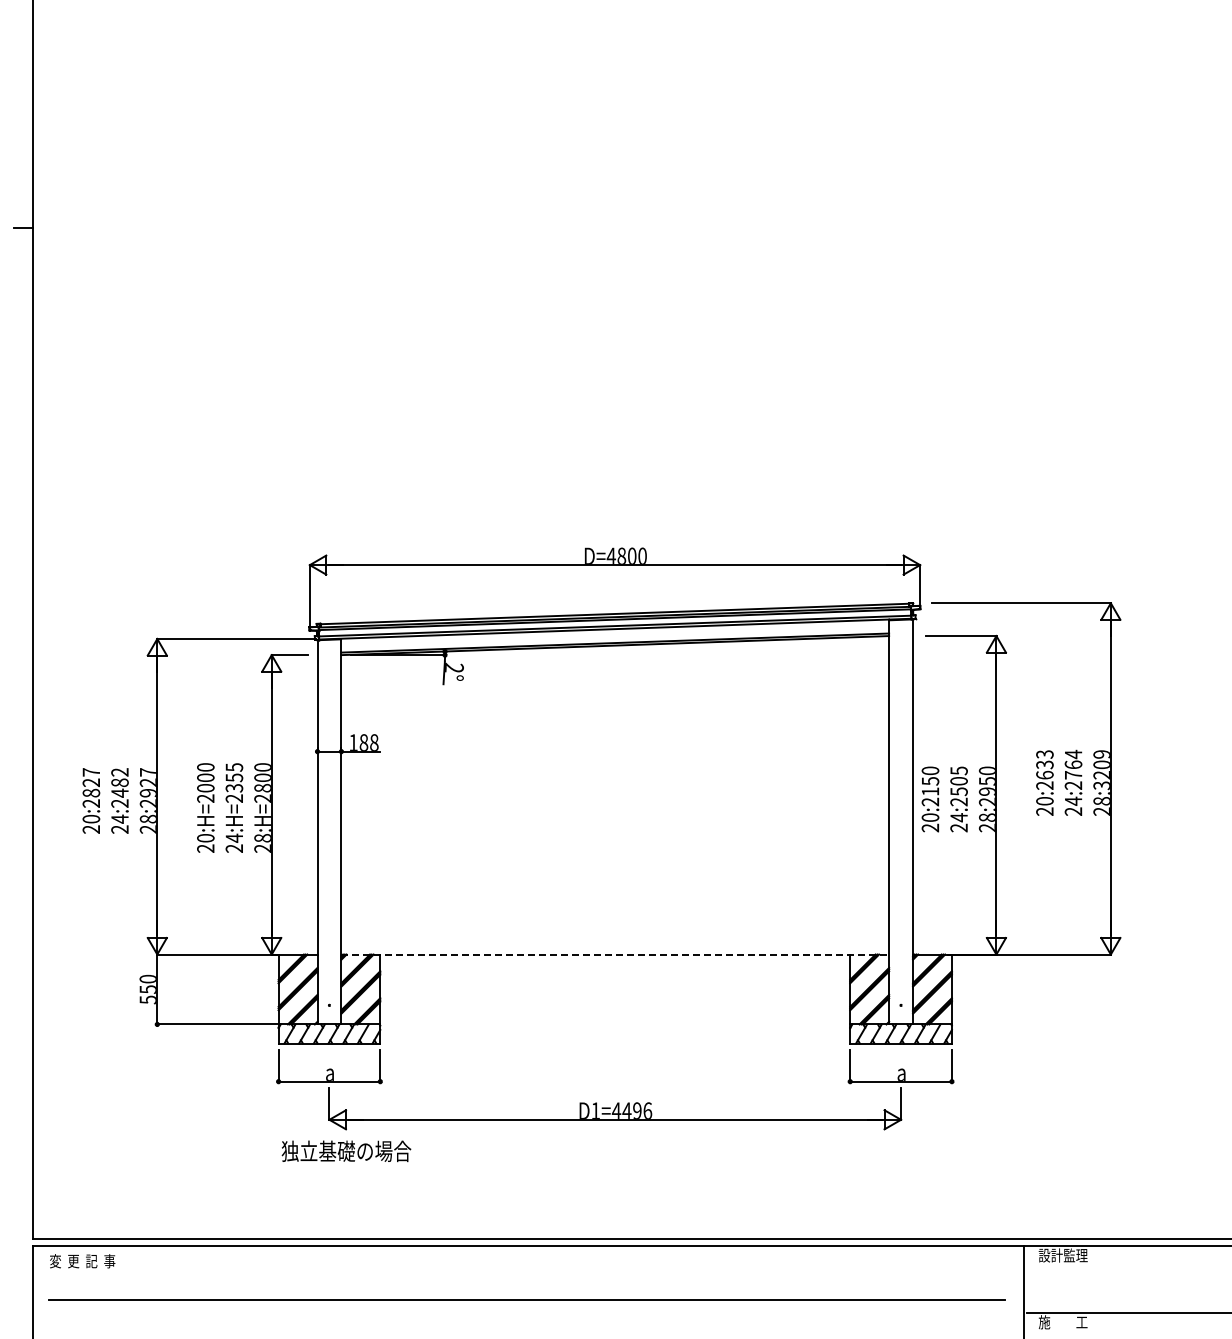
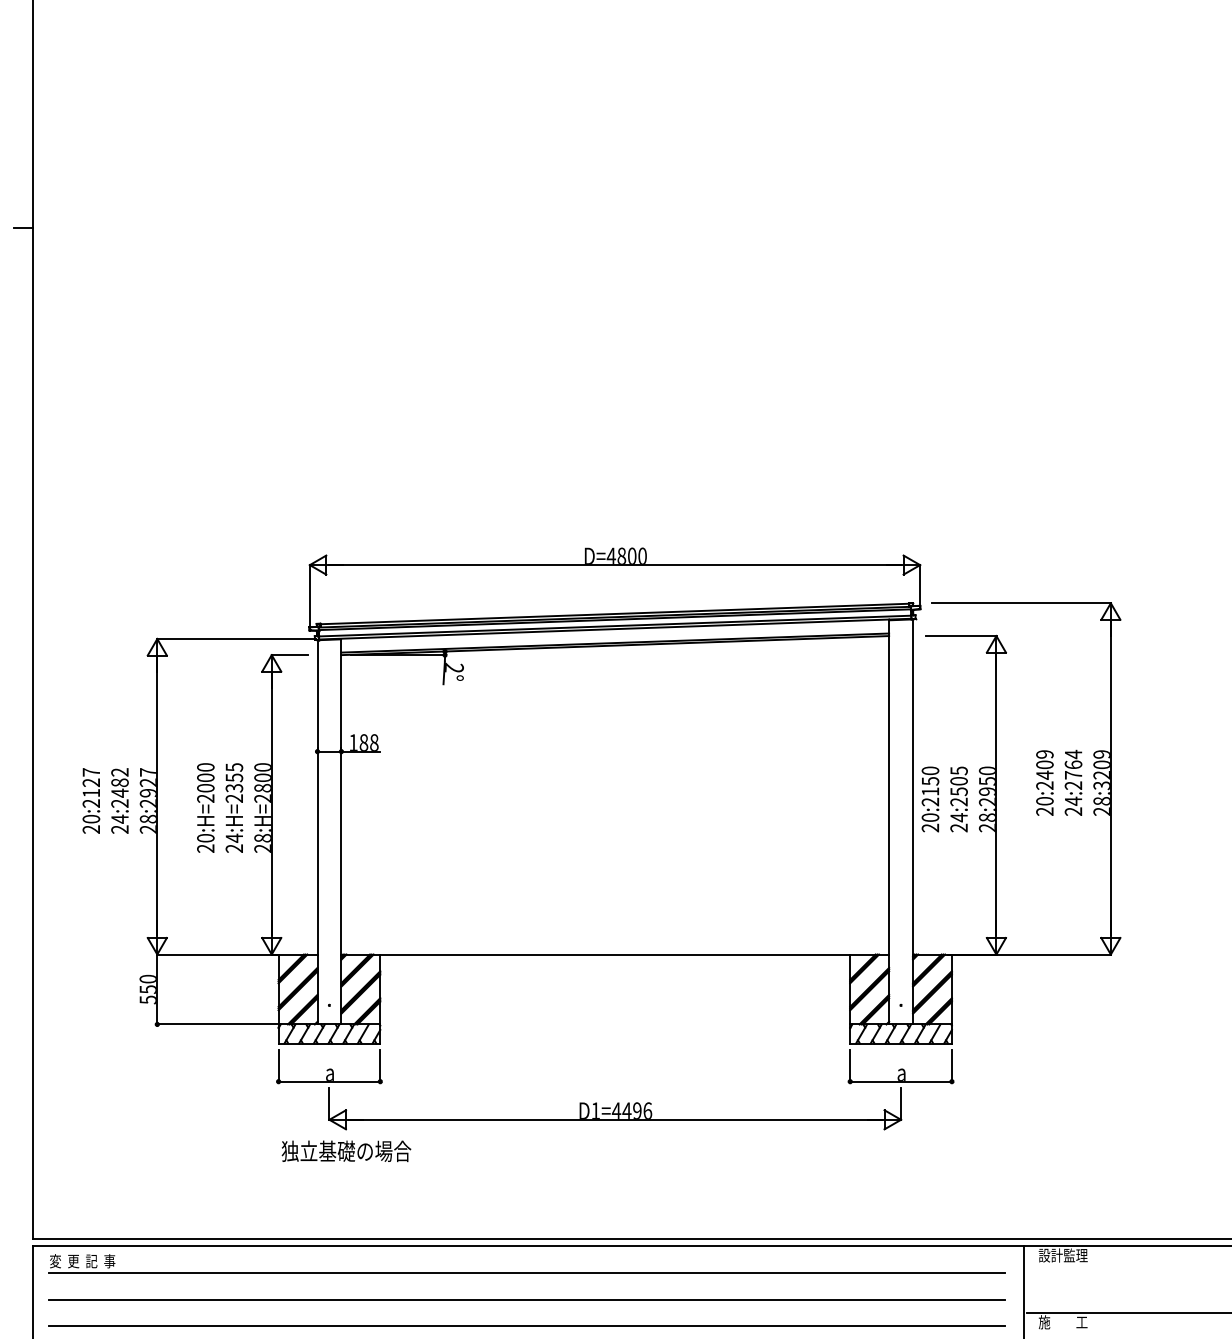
text at (1044, 764): 20:2633 -> 20:2409
text at (91, 792): 20:2827 -> 20:2127
line at (615, 954): dashed -> solid
line at (526, 1272): none -> present
line at (526, 1326): none -> present
